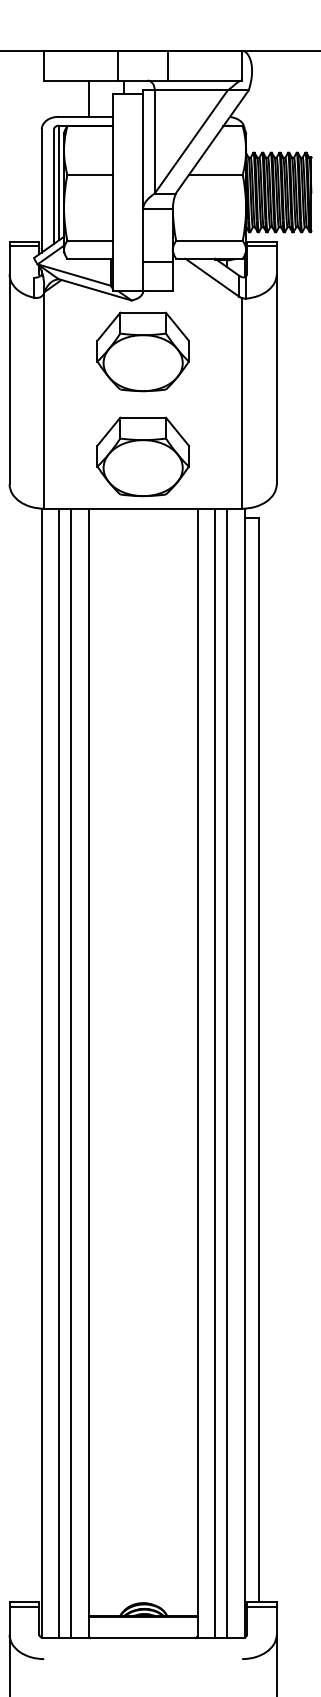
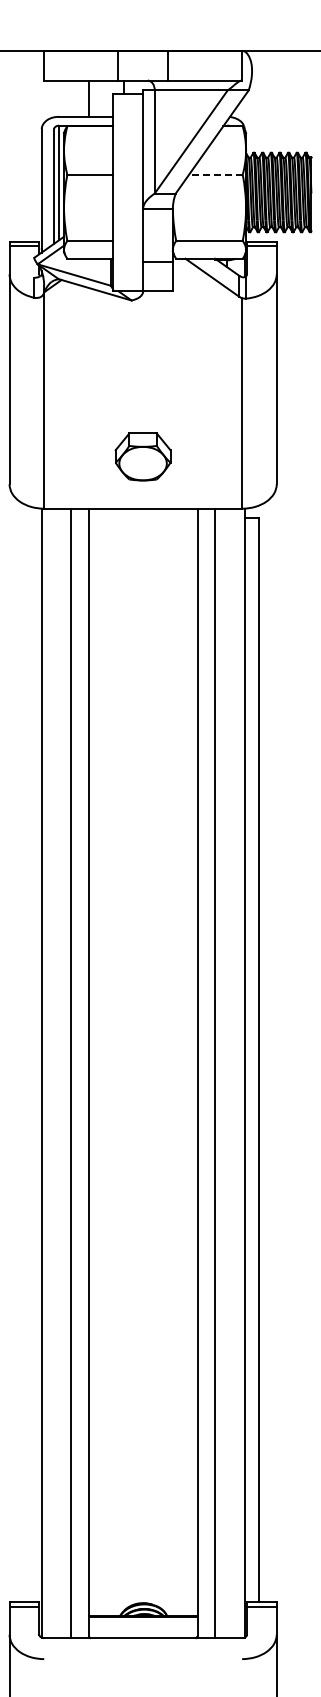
line at (215, 174): solid -> dashed
part at (142, 351): present -> none
part at (142, 456) size: 94x82 px -> 58x50 px
line at (59, 1073): present -> none
line at (227, 1073): present -> none
